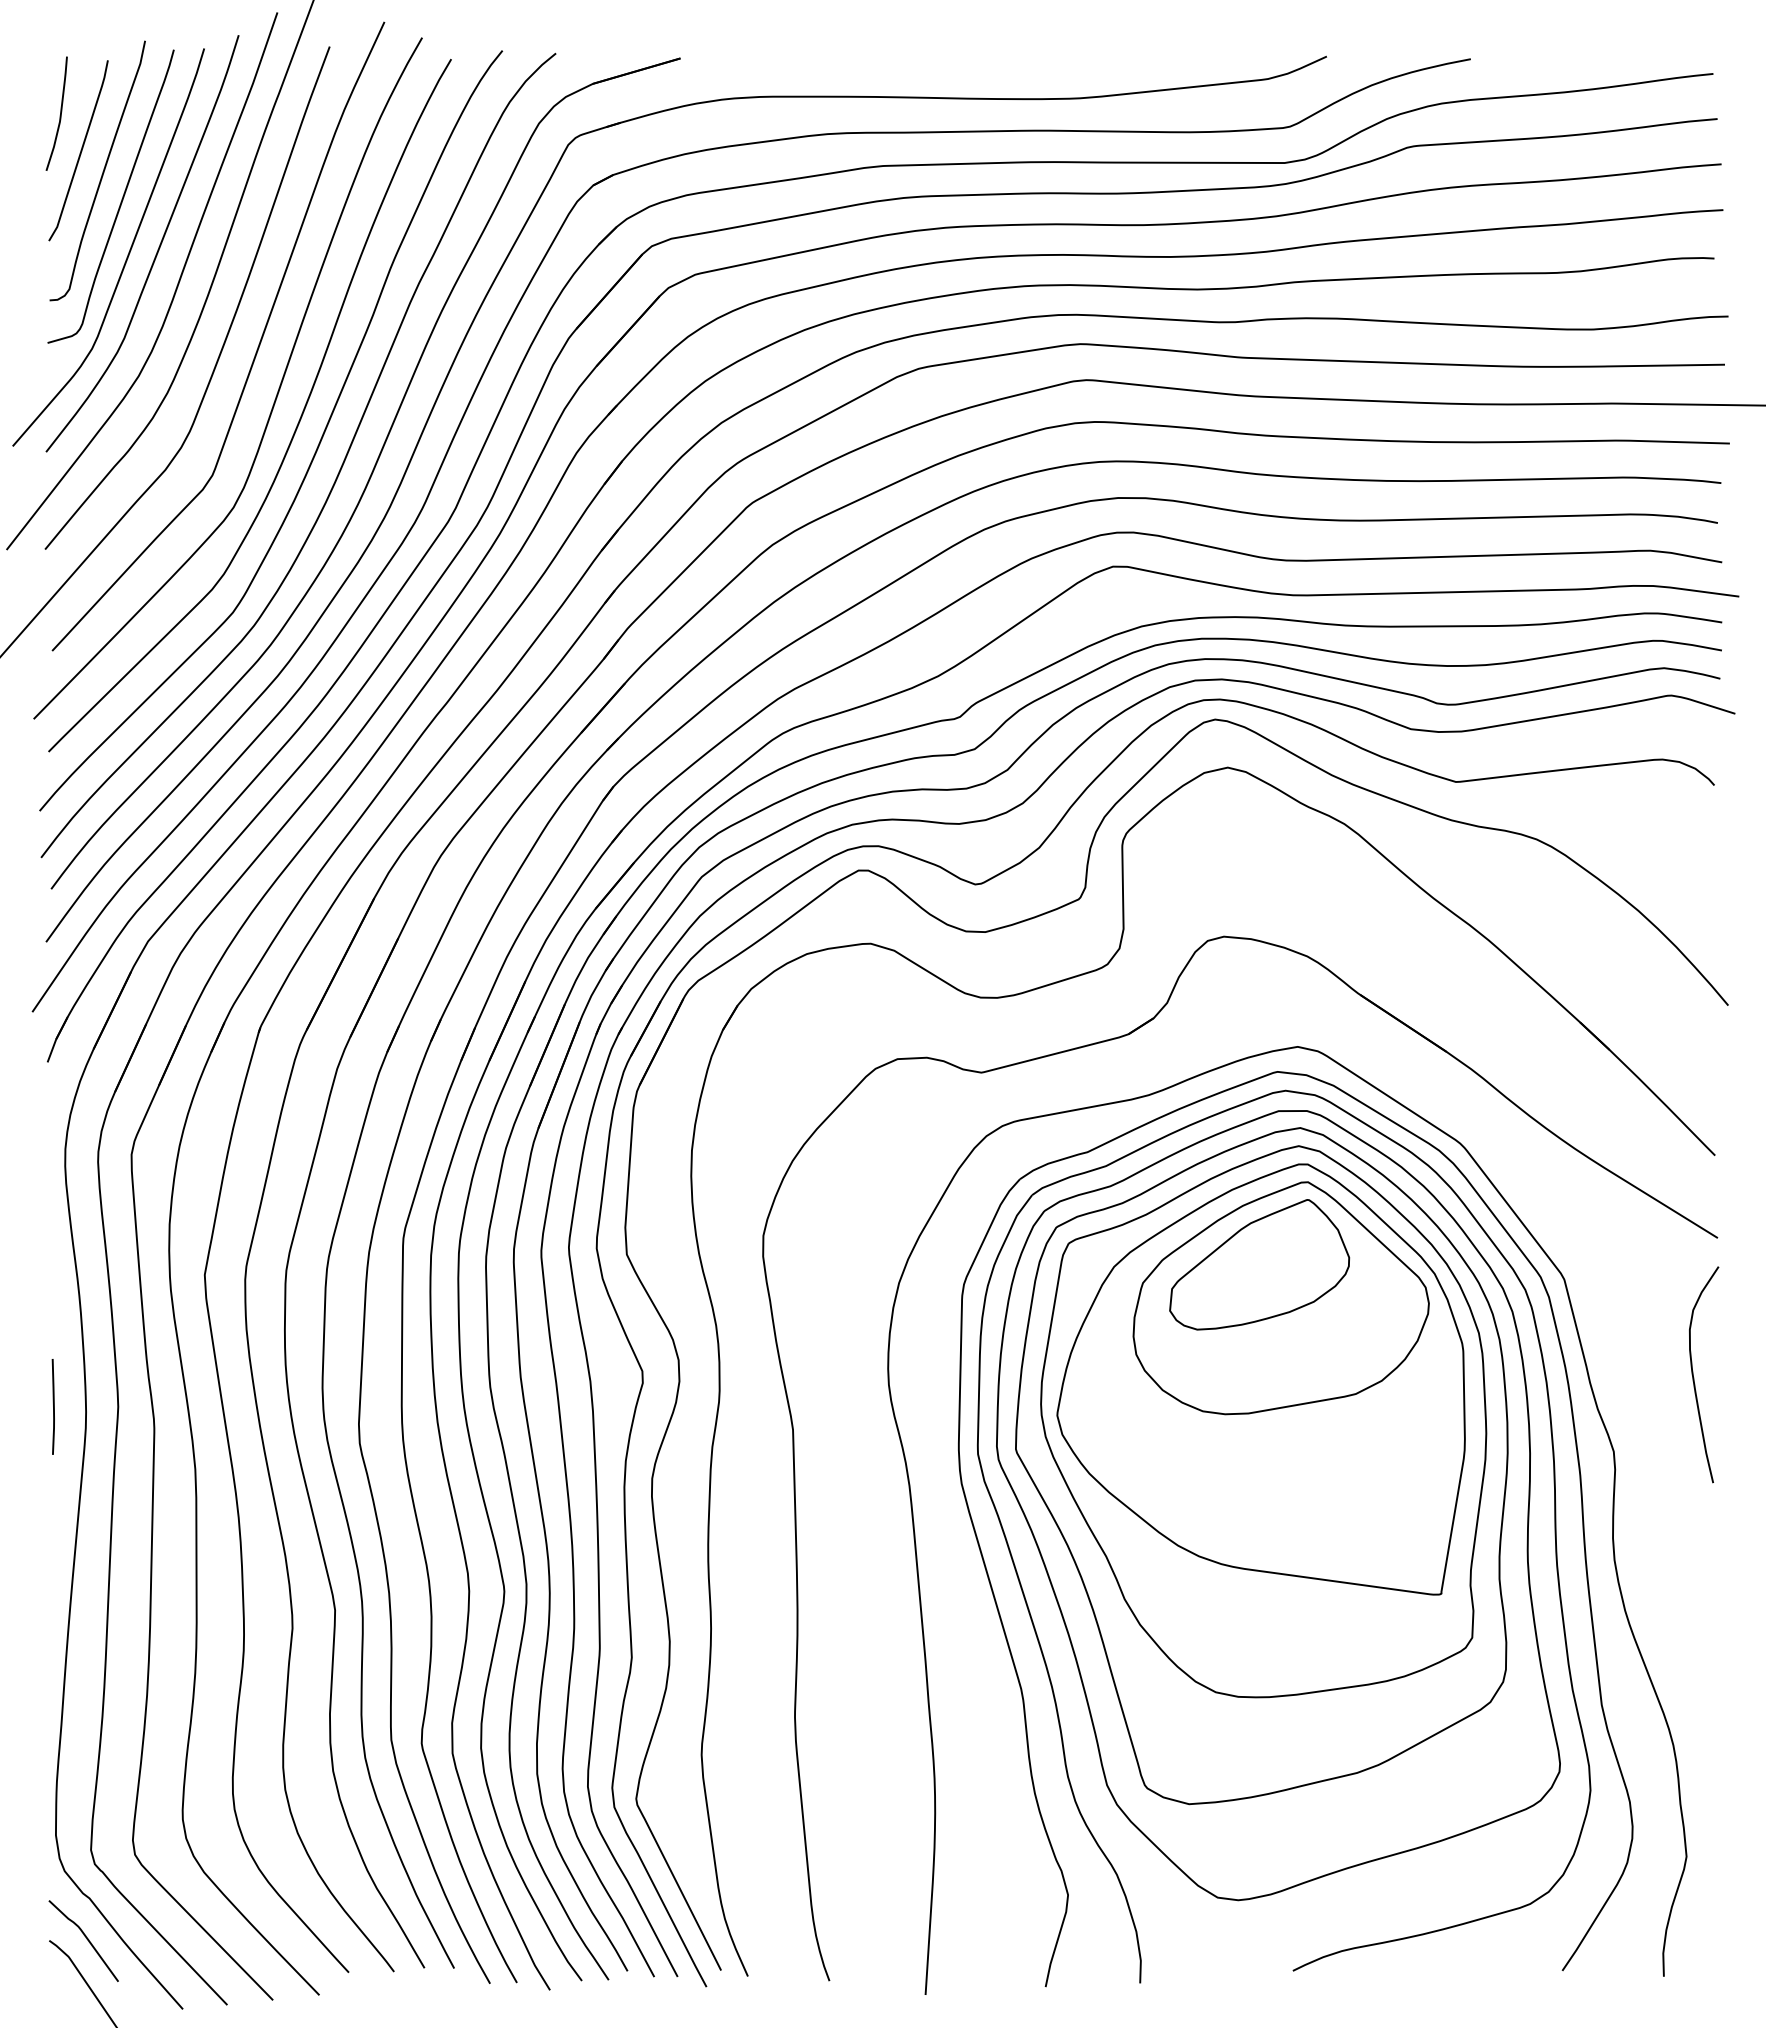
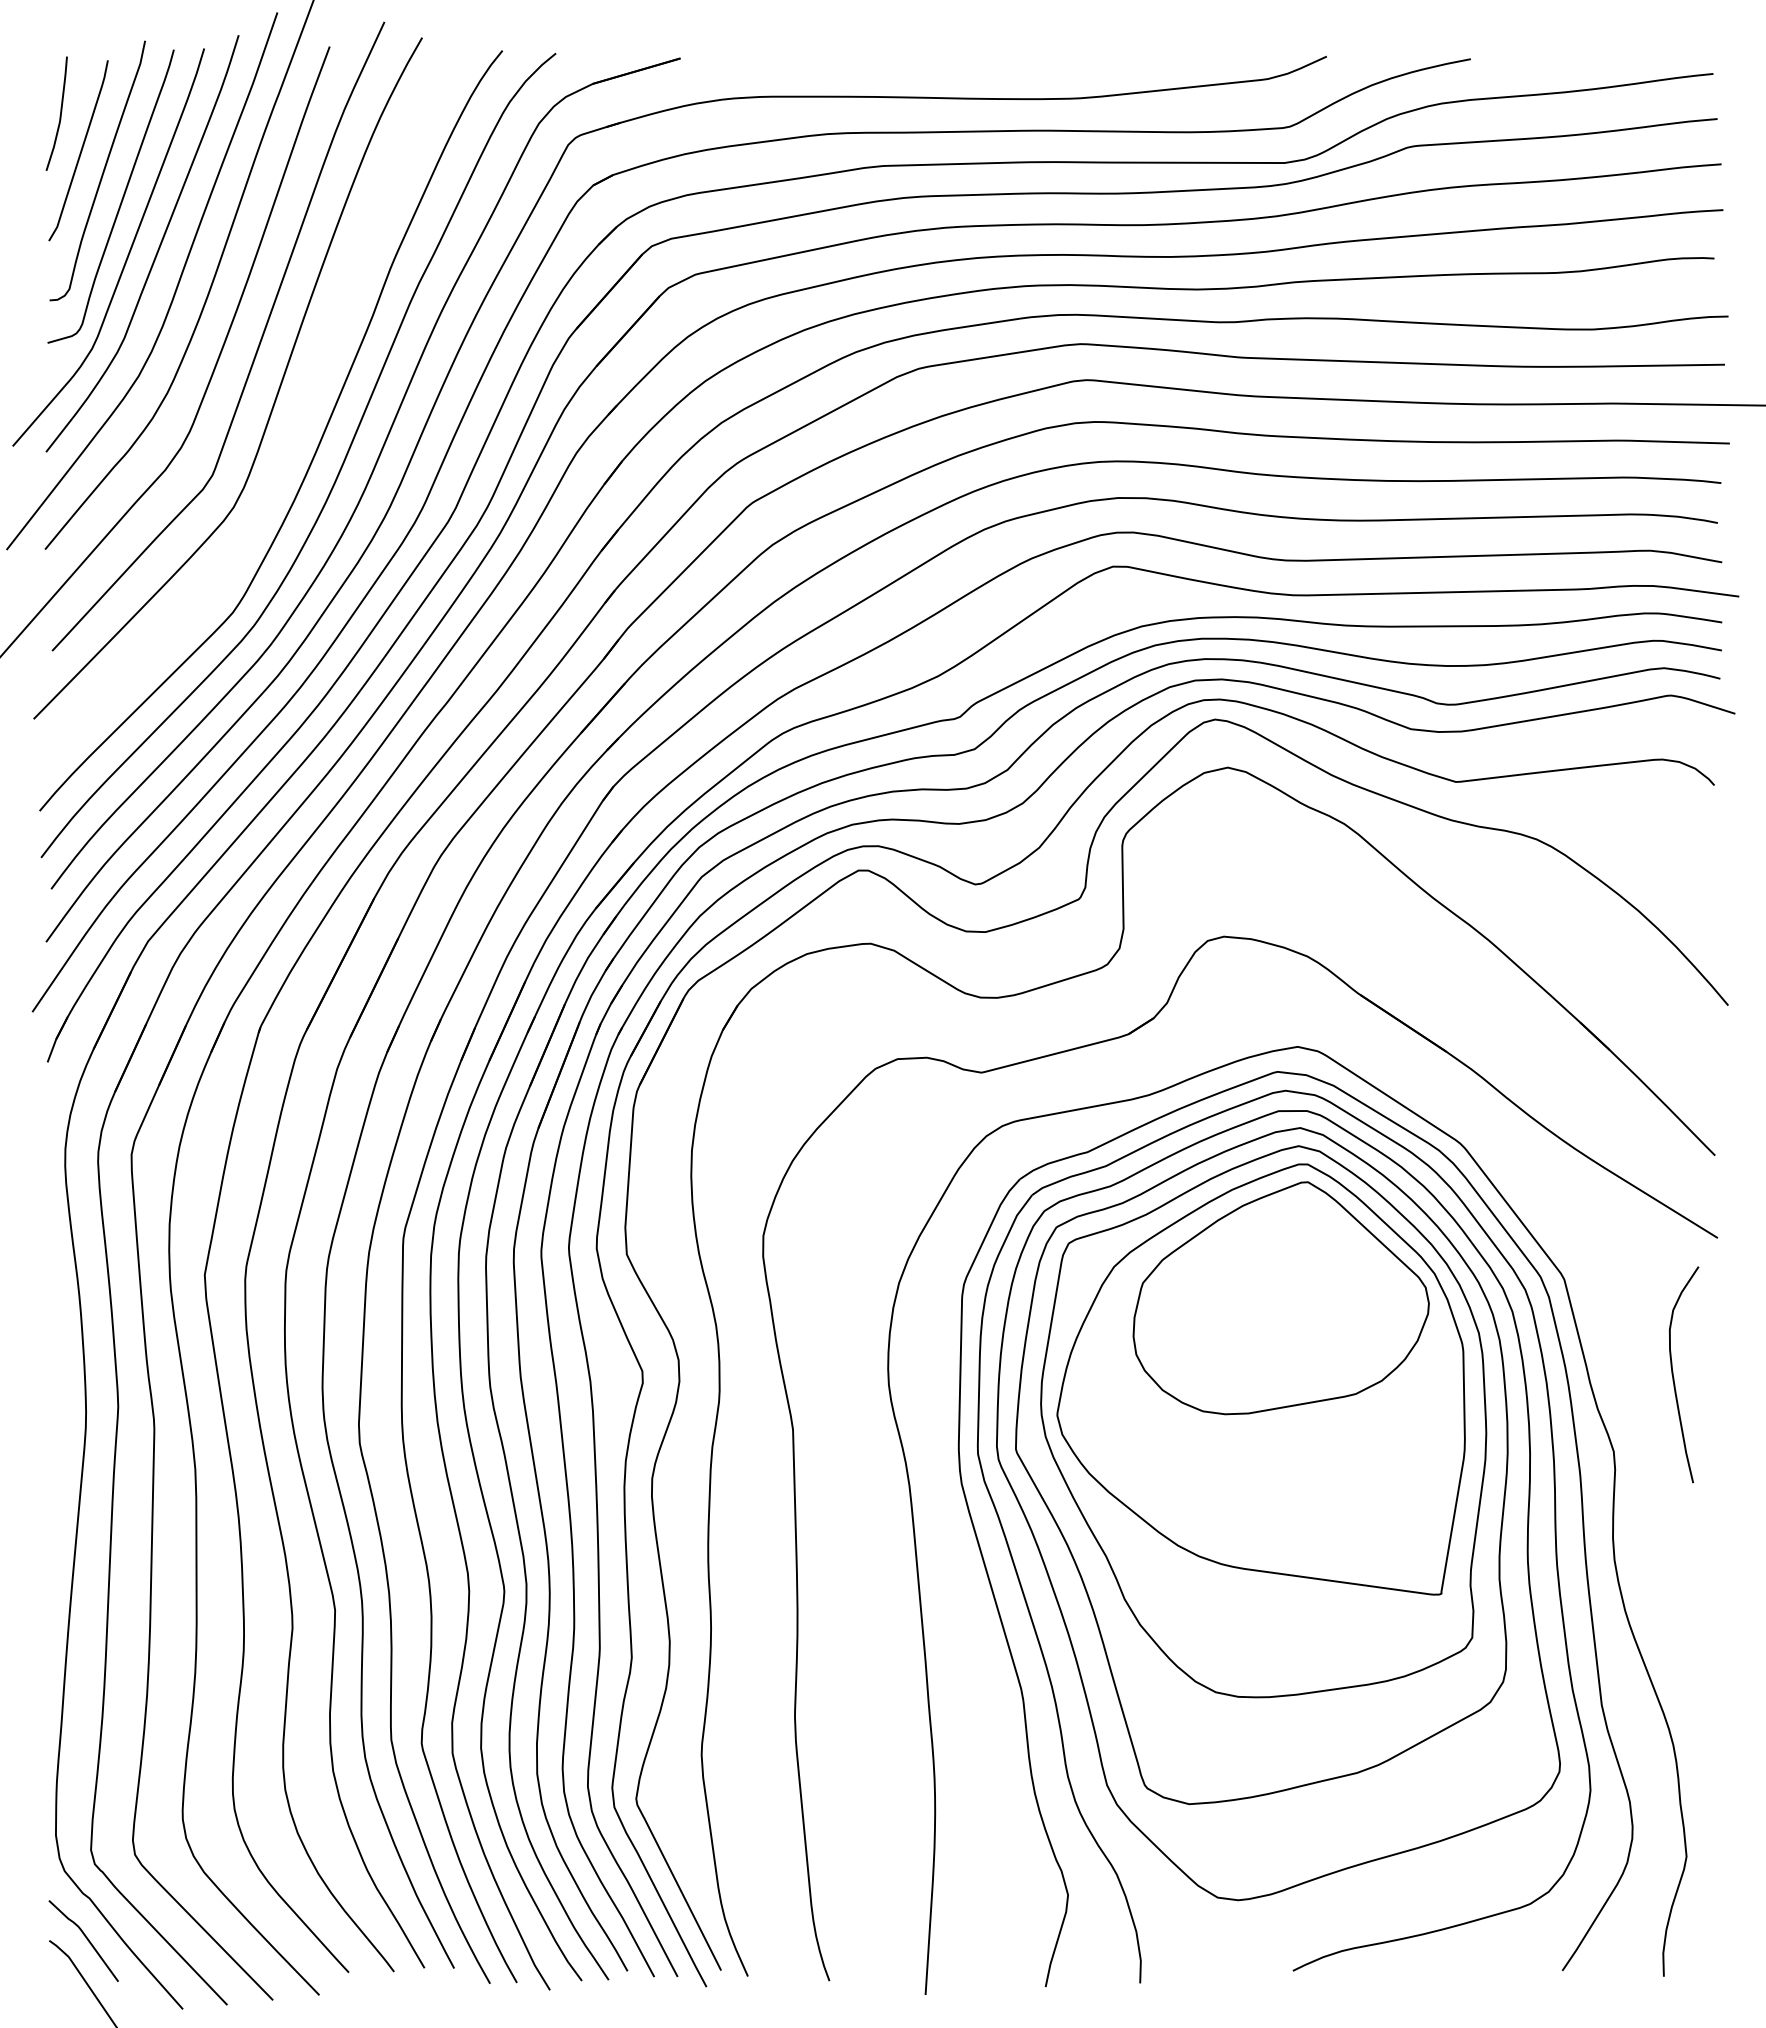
curve at (296, 425): present -> none
part at (1259, 1264): present -> none
curve at (1694, 1377) position: (1694, 1377) -> (1674, 1377)
line at (53, 1406): present -> none
